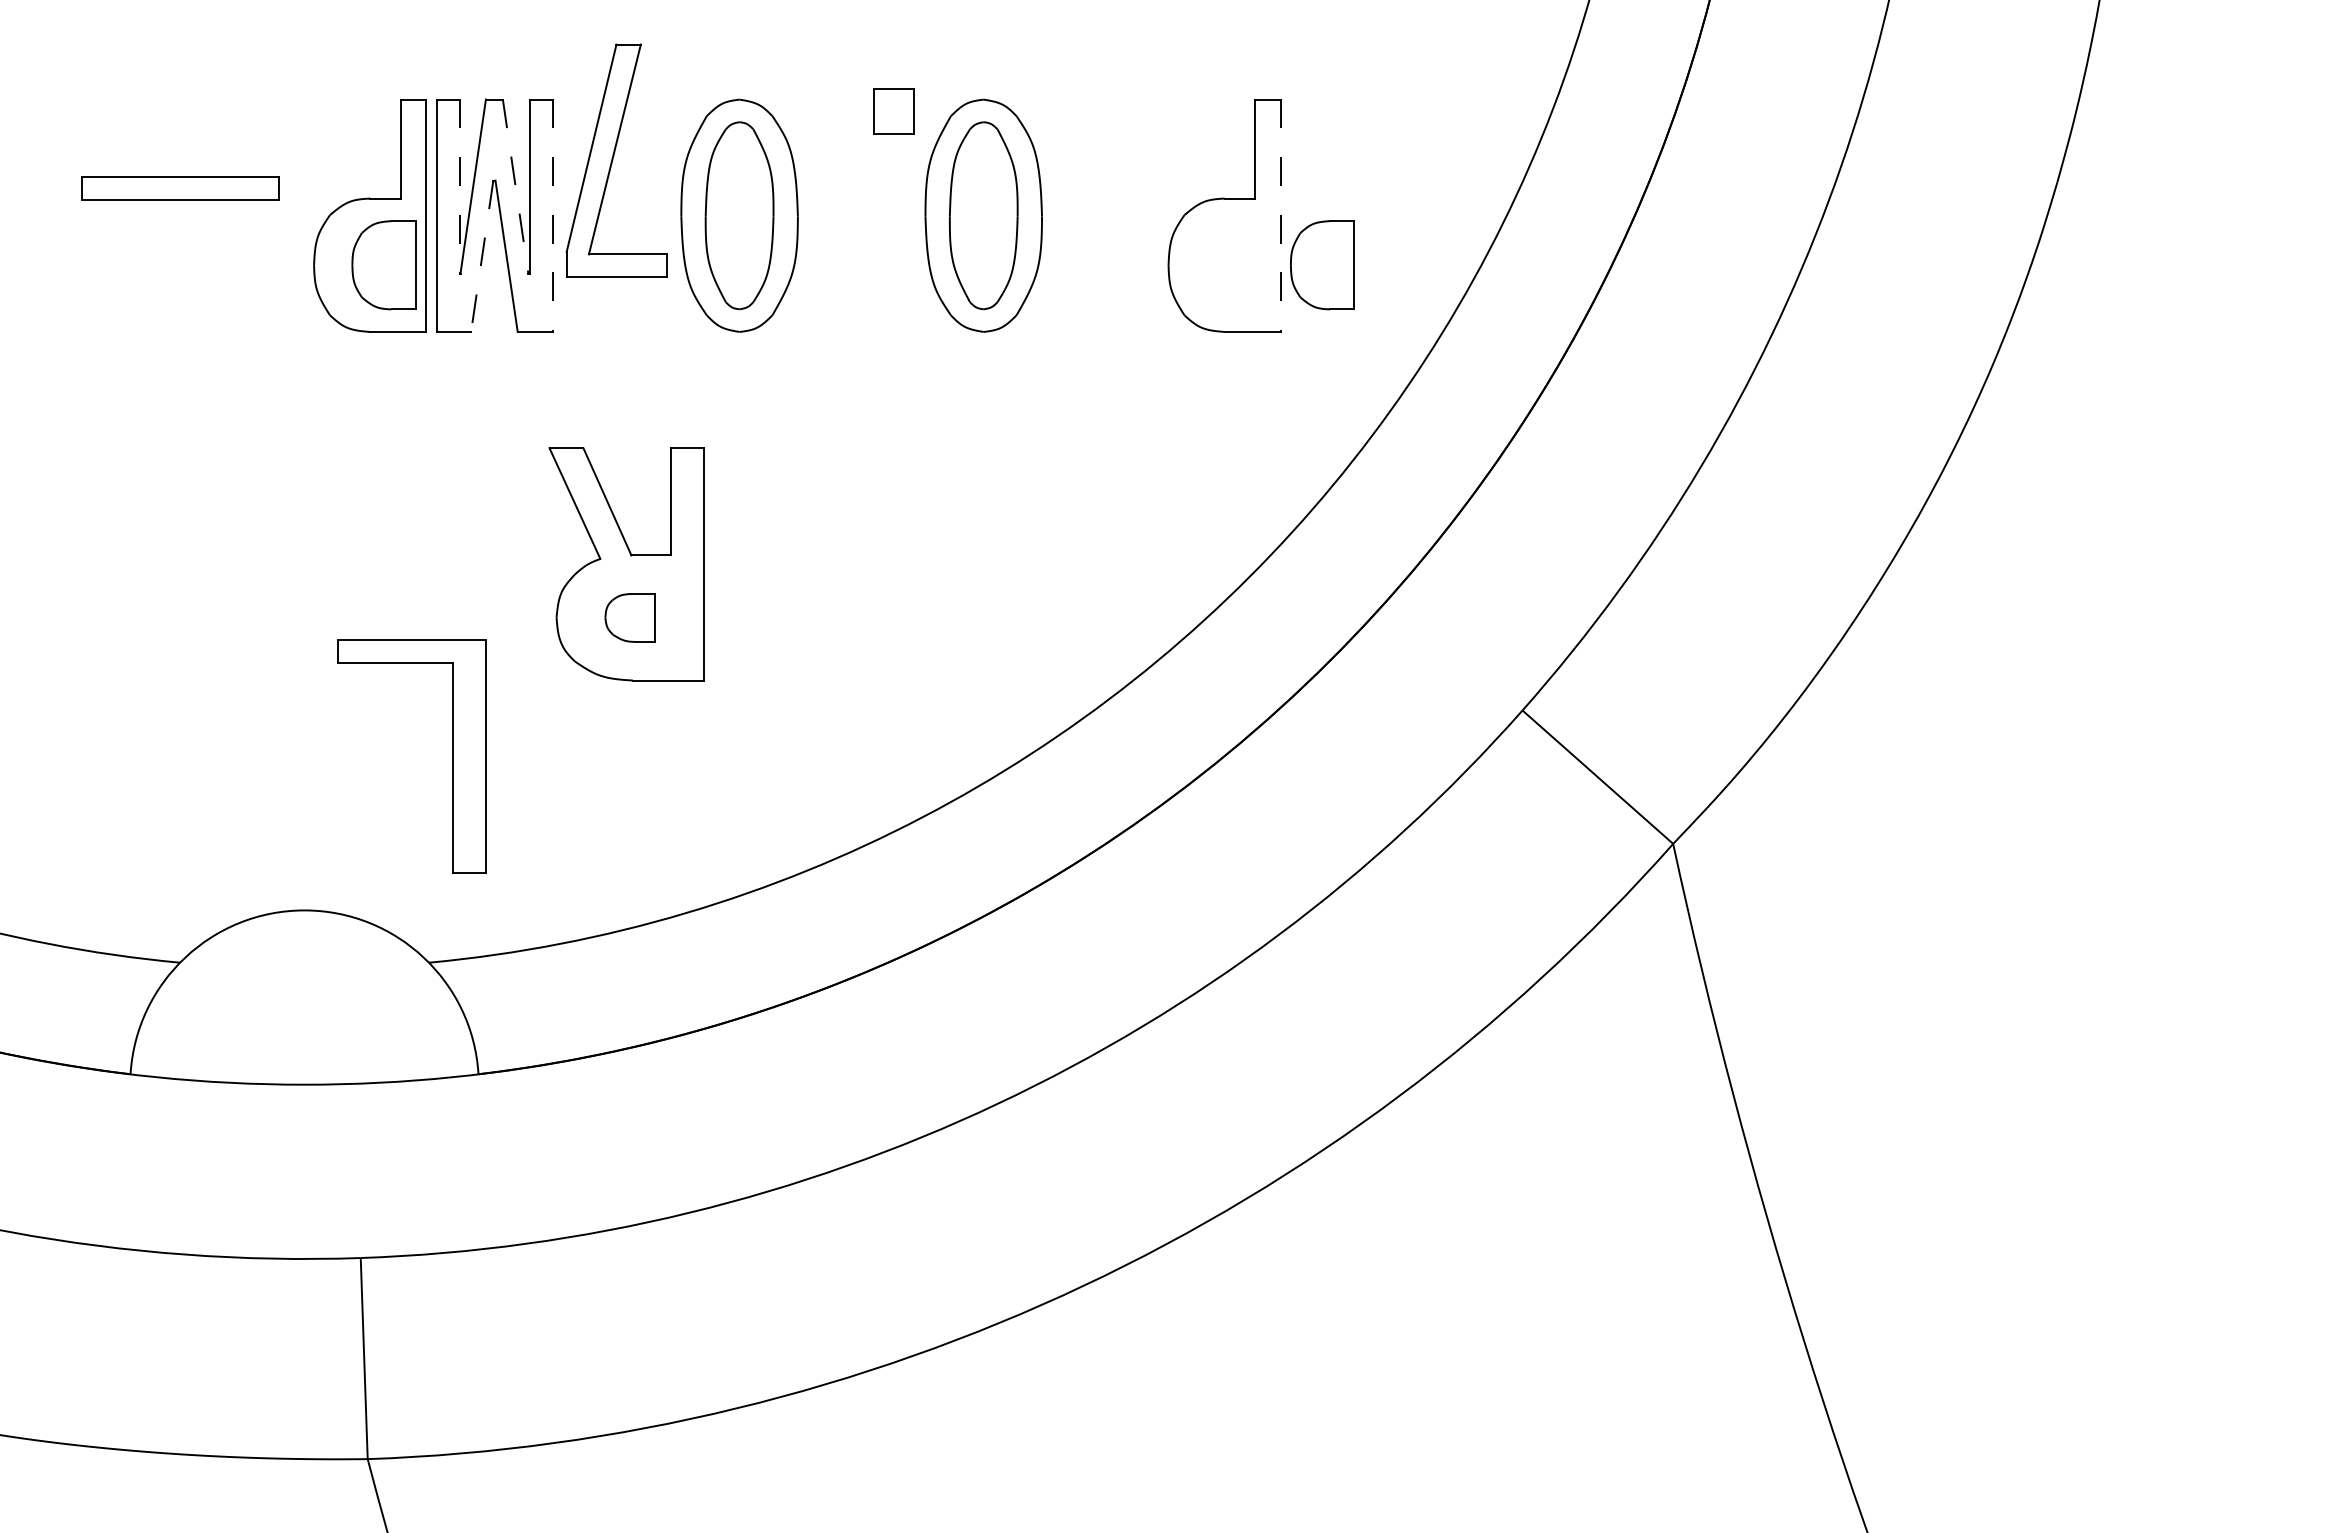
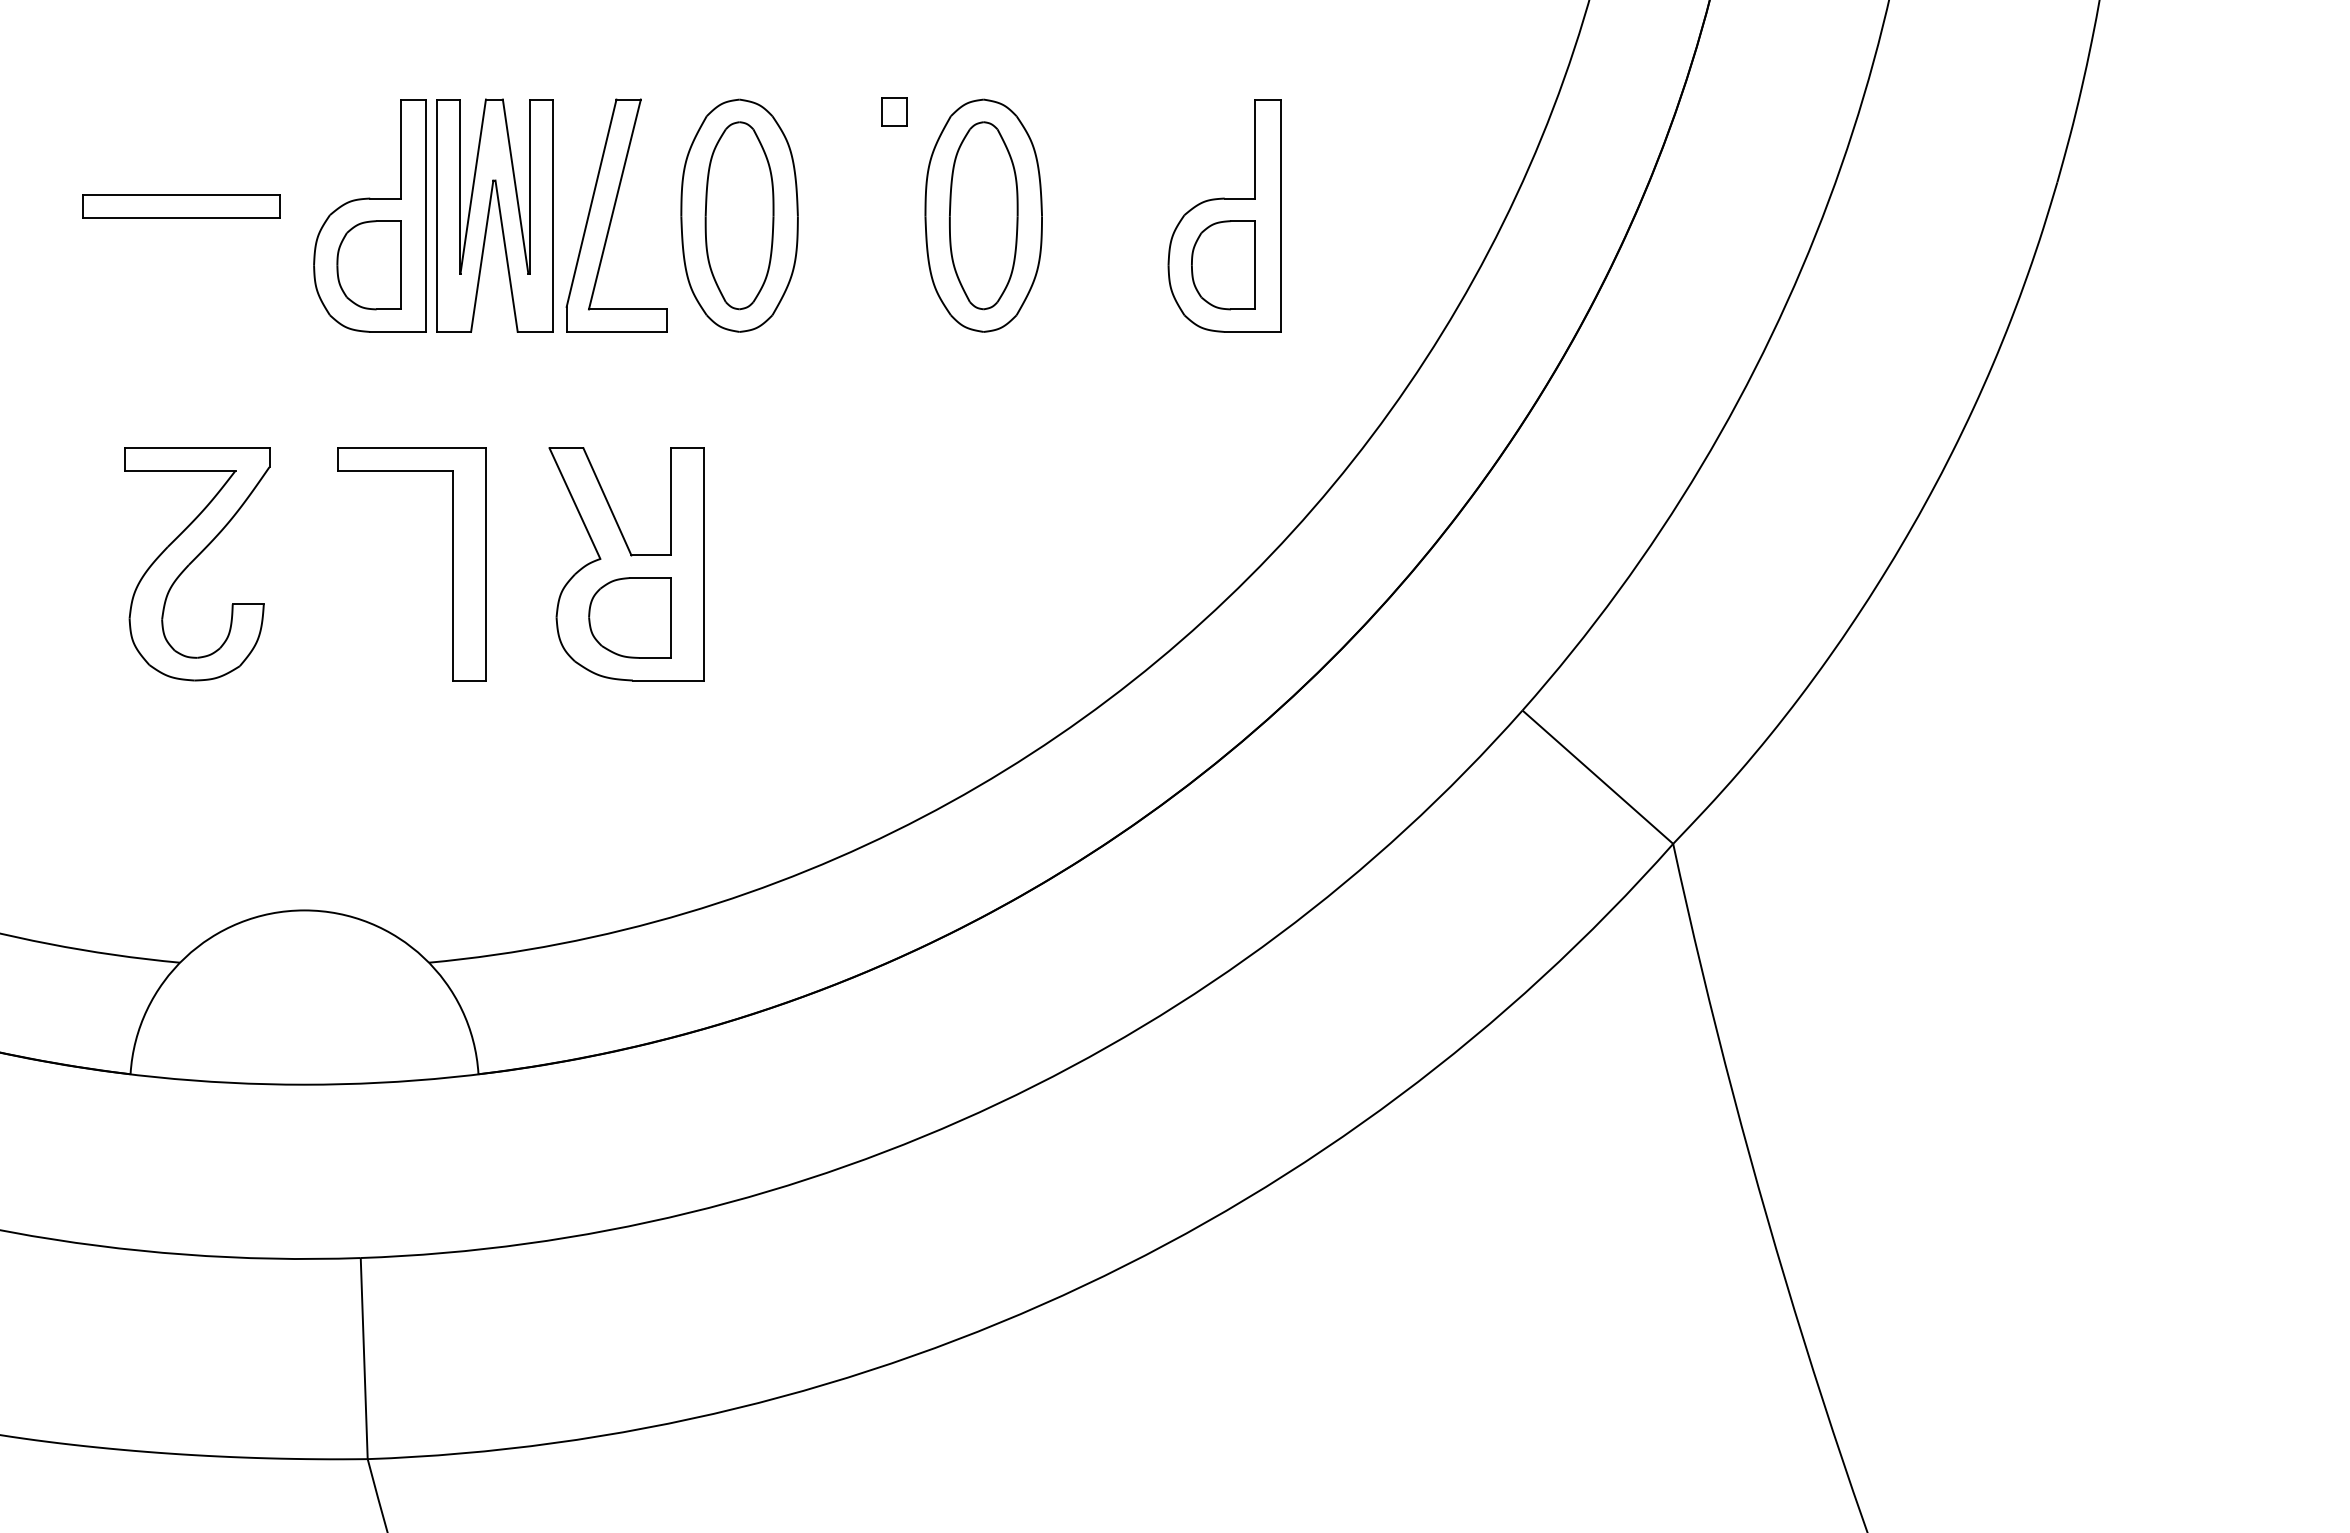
part at (893, 111) size: 42x47 px -> 27x30 px
part at (616, 160) position: (616, 160) -> (616, 215)
line at (459, 186): dashed -> solid
line at (515, 186): dashed -> solid
part at (180, 188) position: (180, 188) -> (181, 206)
line at (553, 216): dashed -> solid
line at (1280, 216): dashed -> solid
line at (482, 256): dashed -> solid
part at (383, 265) position: (383, 265) -> (368, 265)
part at (1322, 265) position: (1322, 265) -> (1223, 265)
part at (197, 564): none -> present
part at (629, 617) size: 52x50 px -> 84x82 px
part at (452, 756) position: (452, 756) -> (452, 564)
